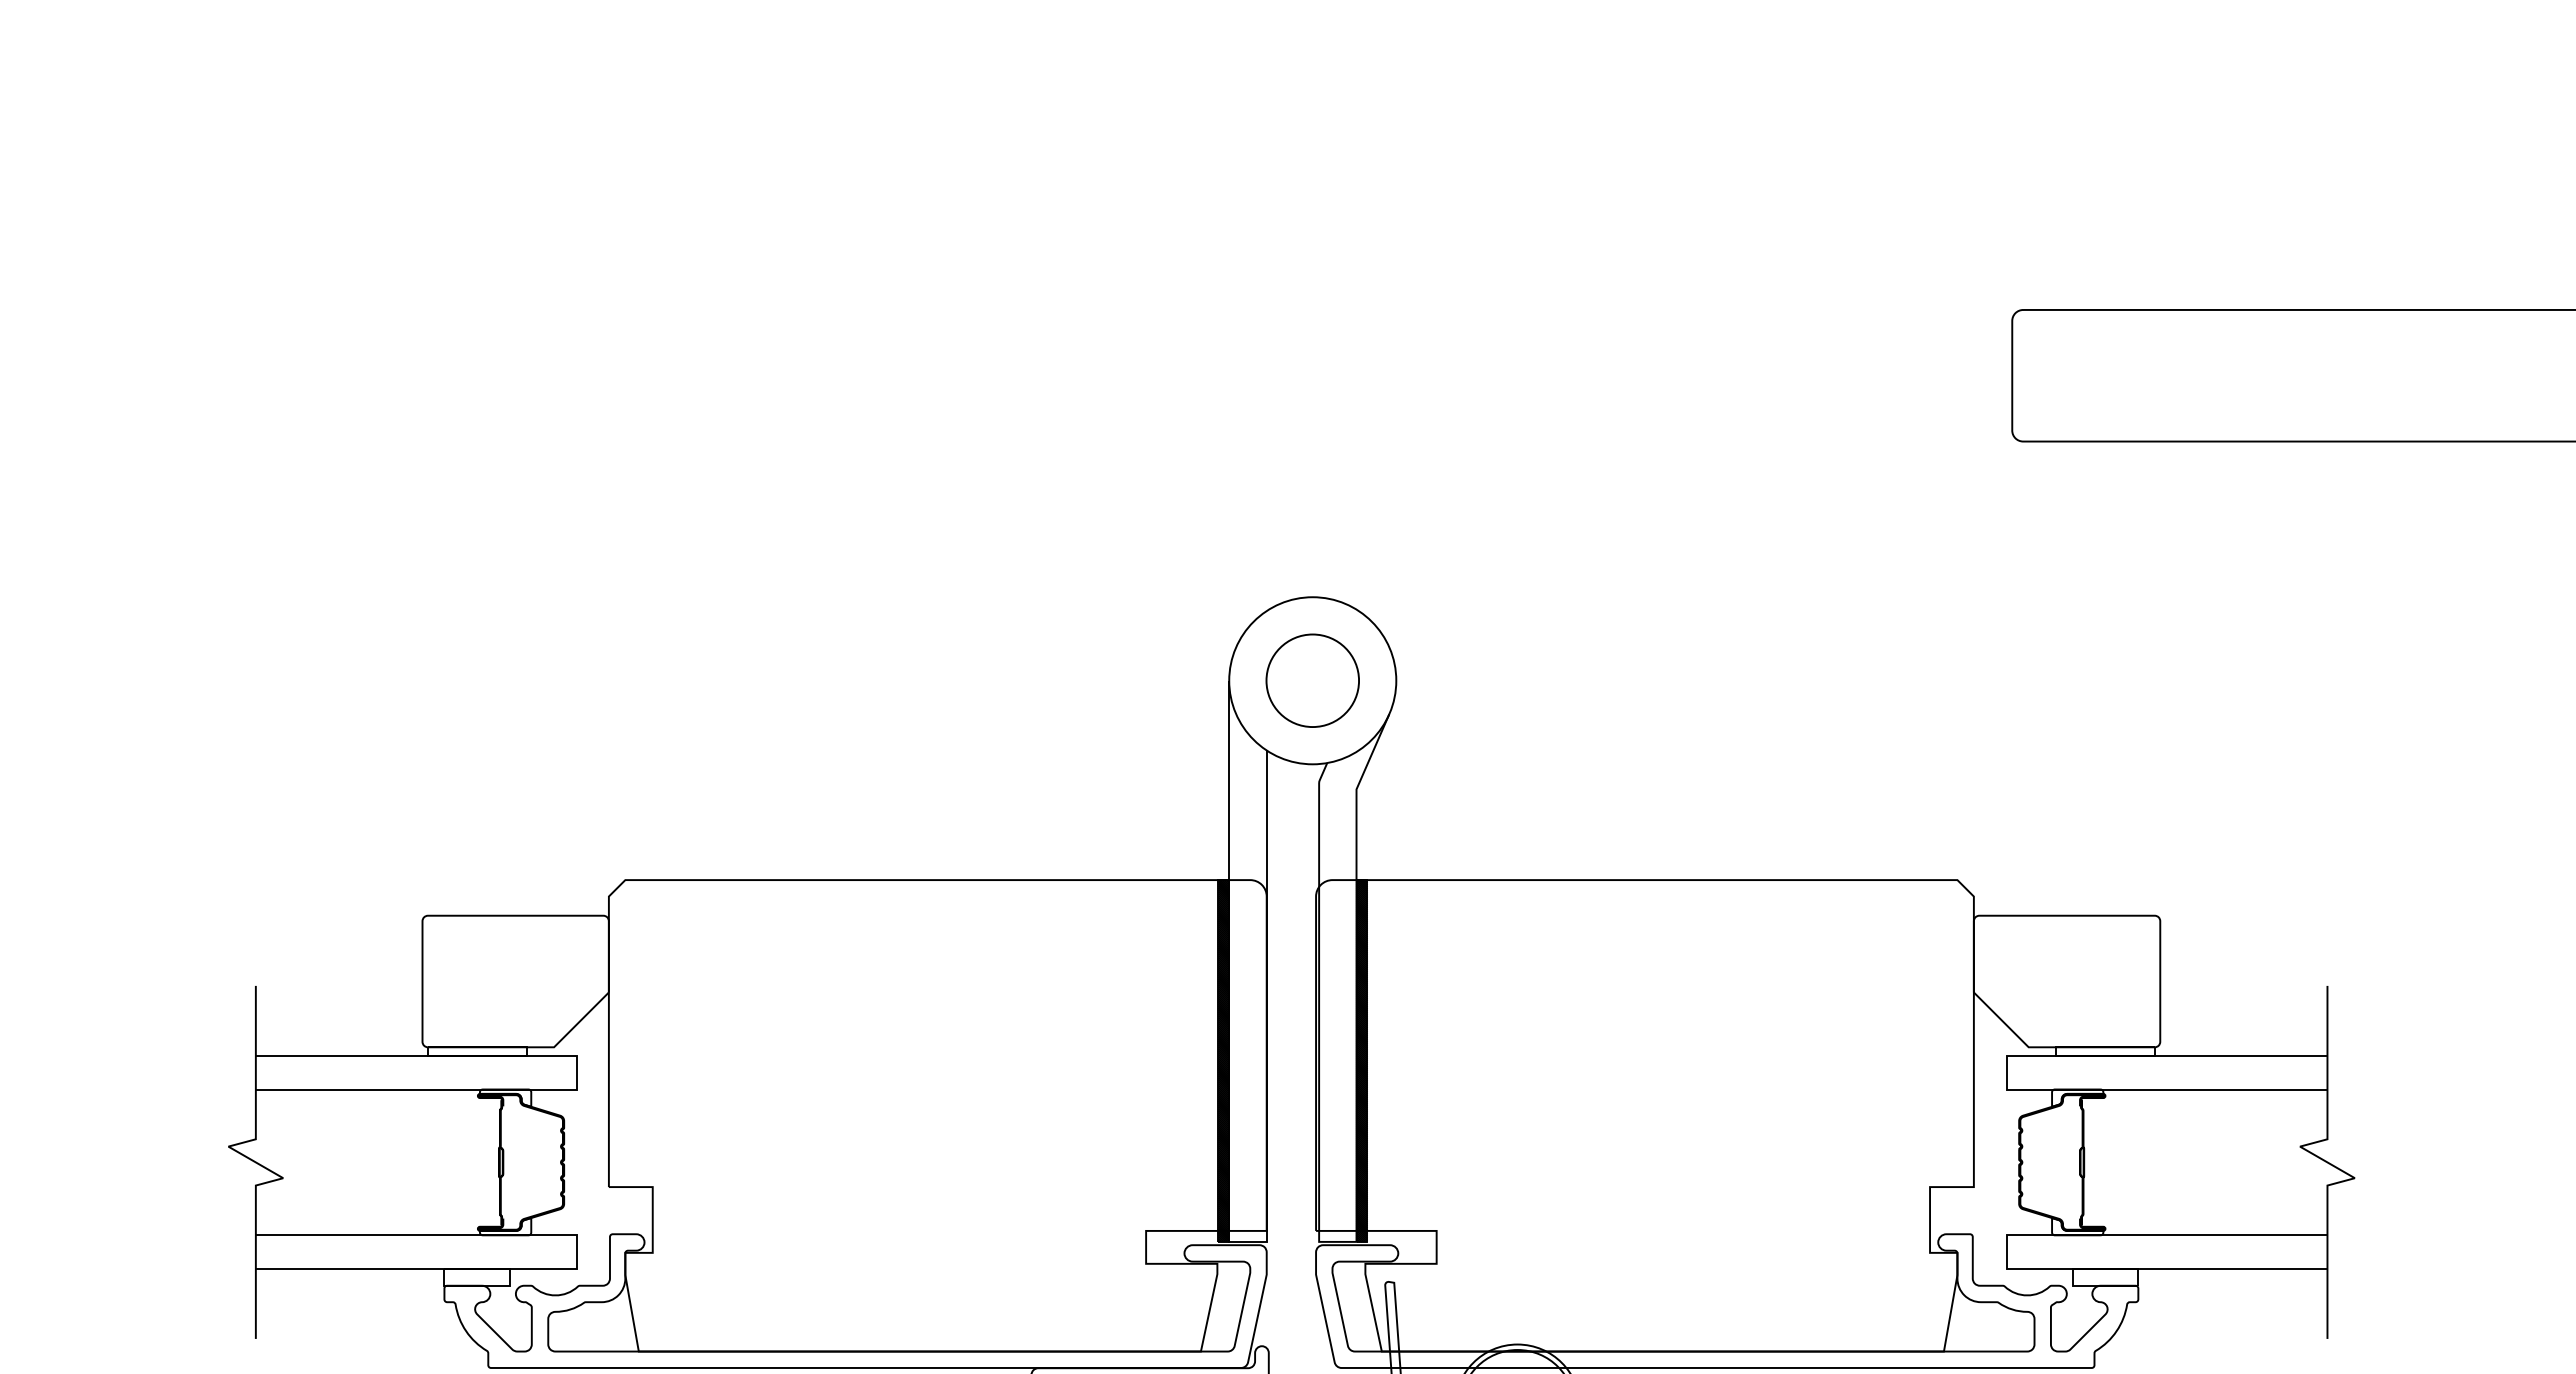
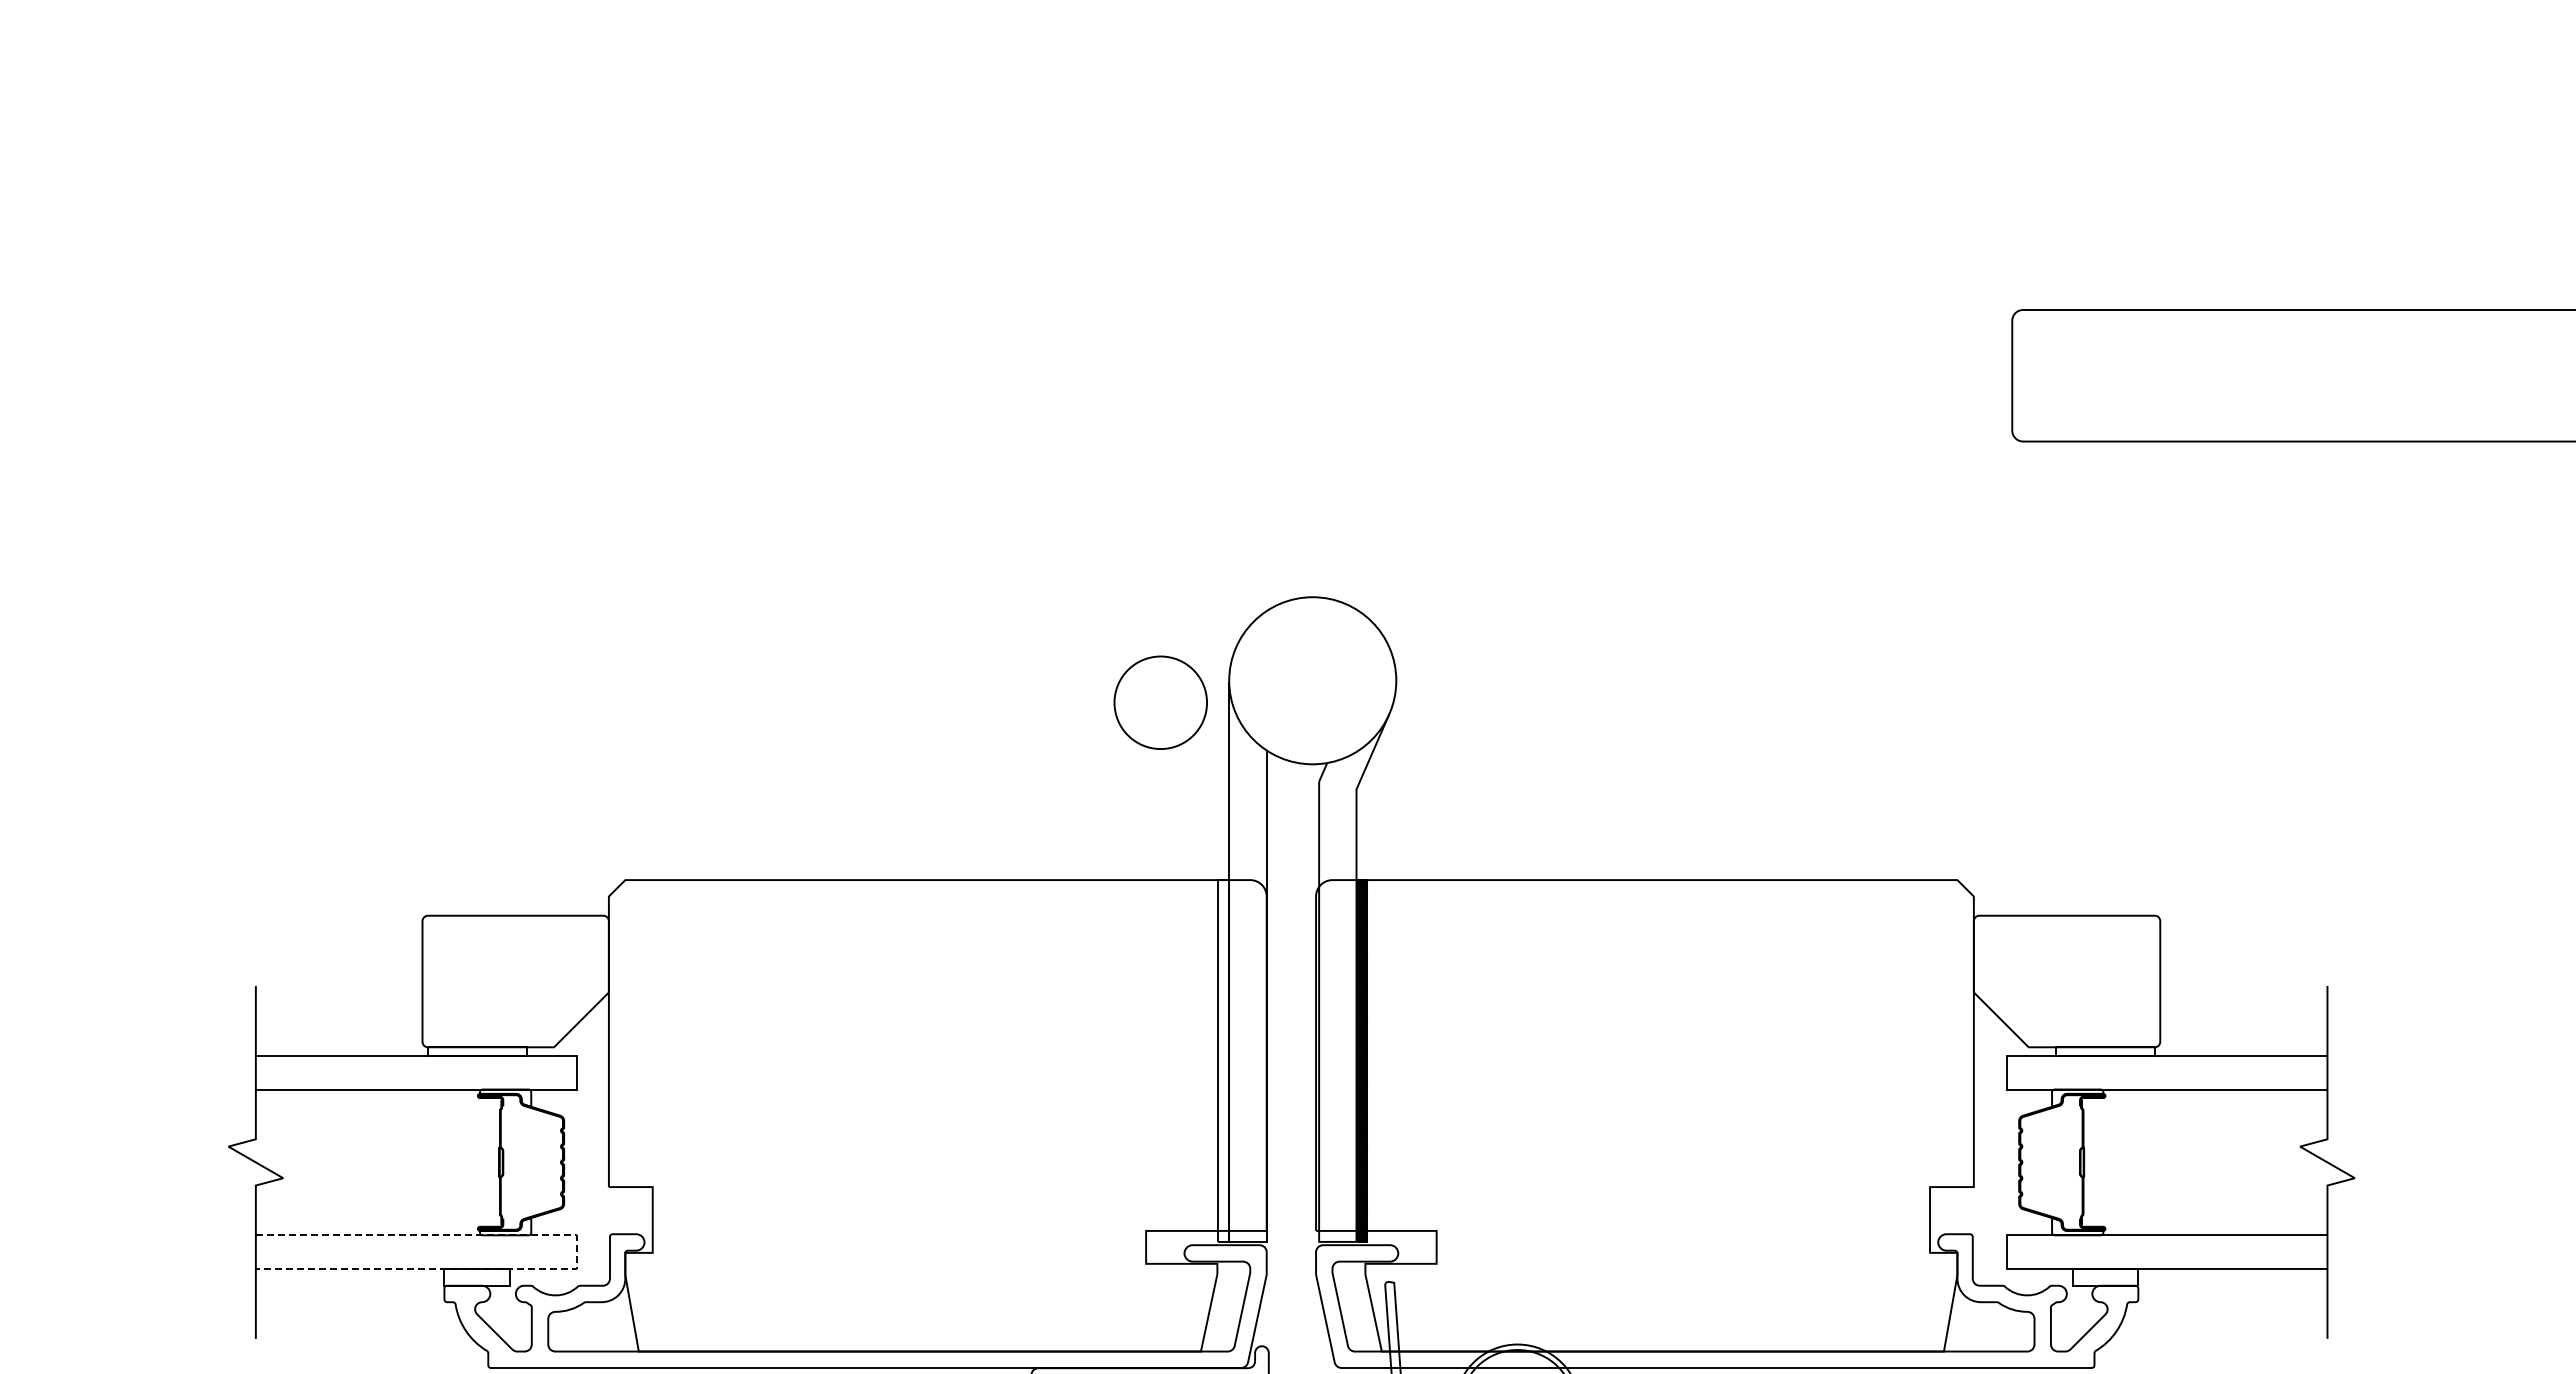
circle at (1312, 680) position: (1312, 680) -> (1160, 702)
hatch at (1223, 1060): present -> none
line at (576, 1252): solid -> dashed
